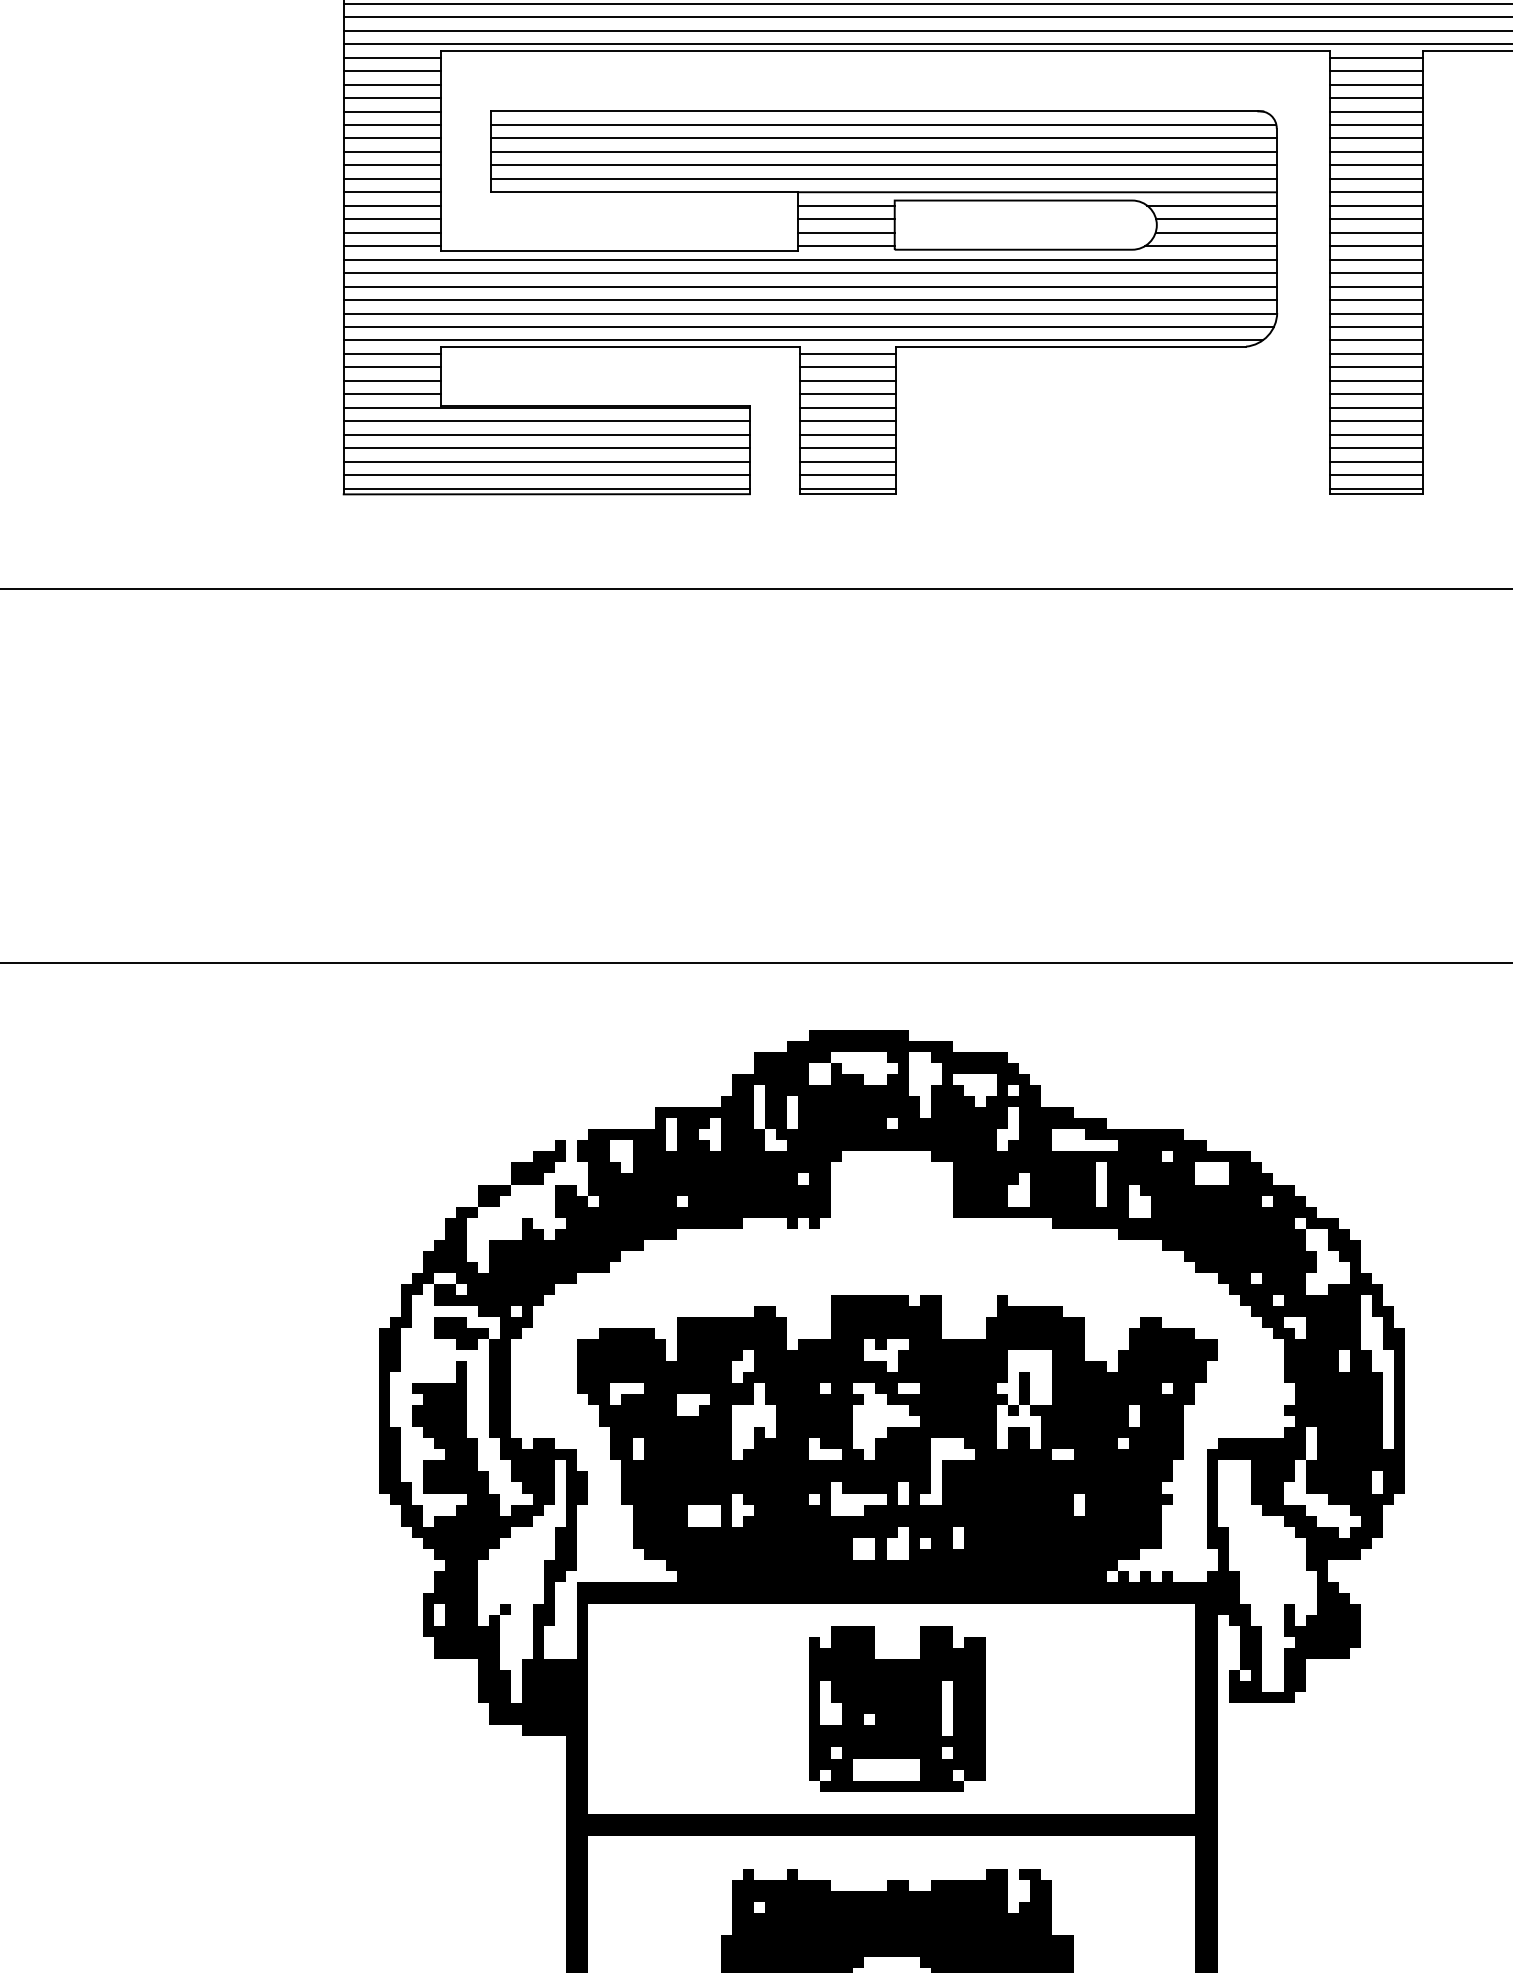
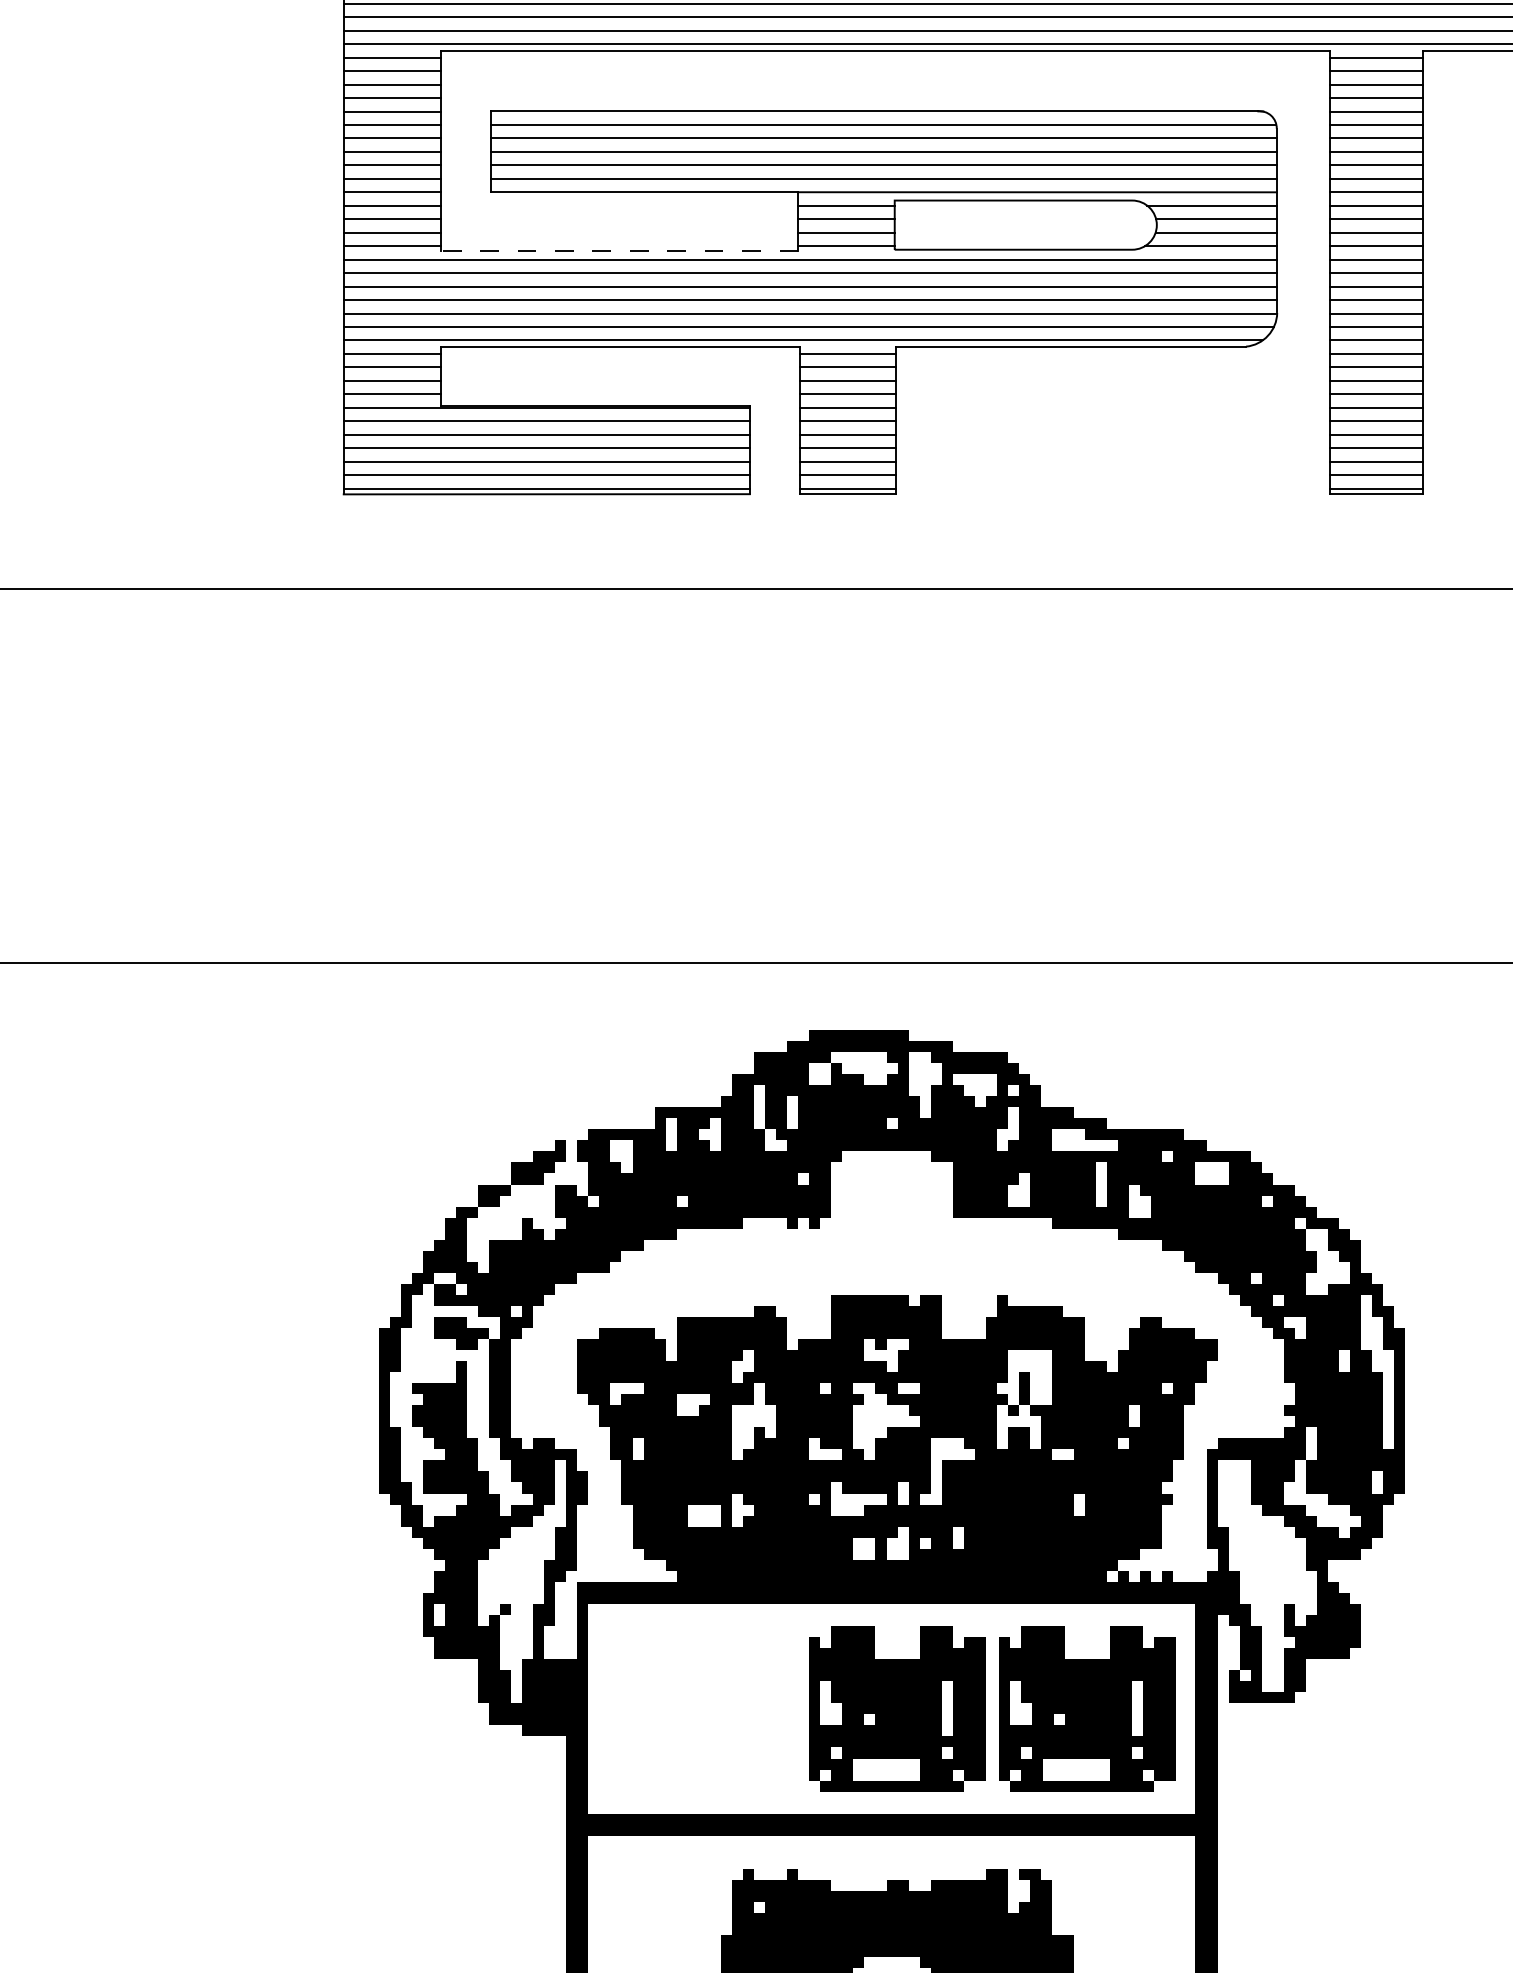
line at (619, 251): solid -> dashed
part at (1087, 1708): none -> present
